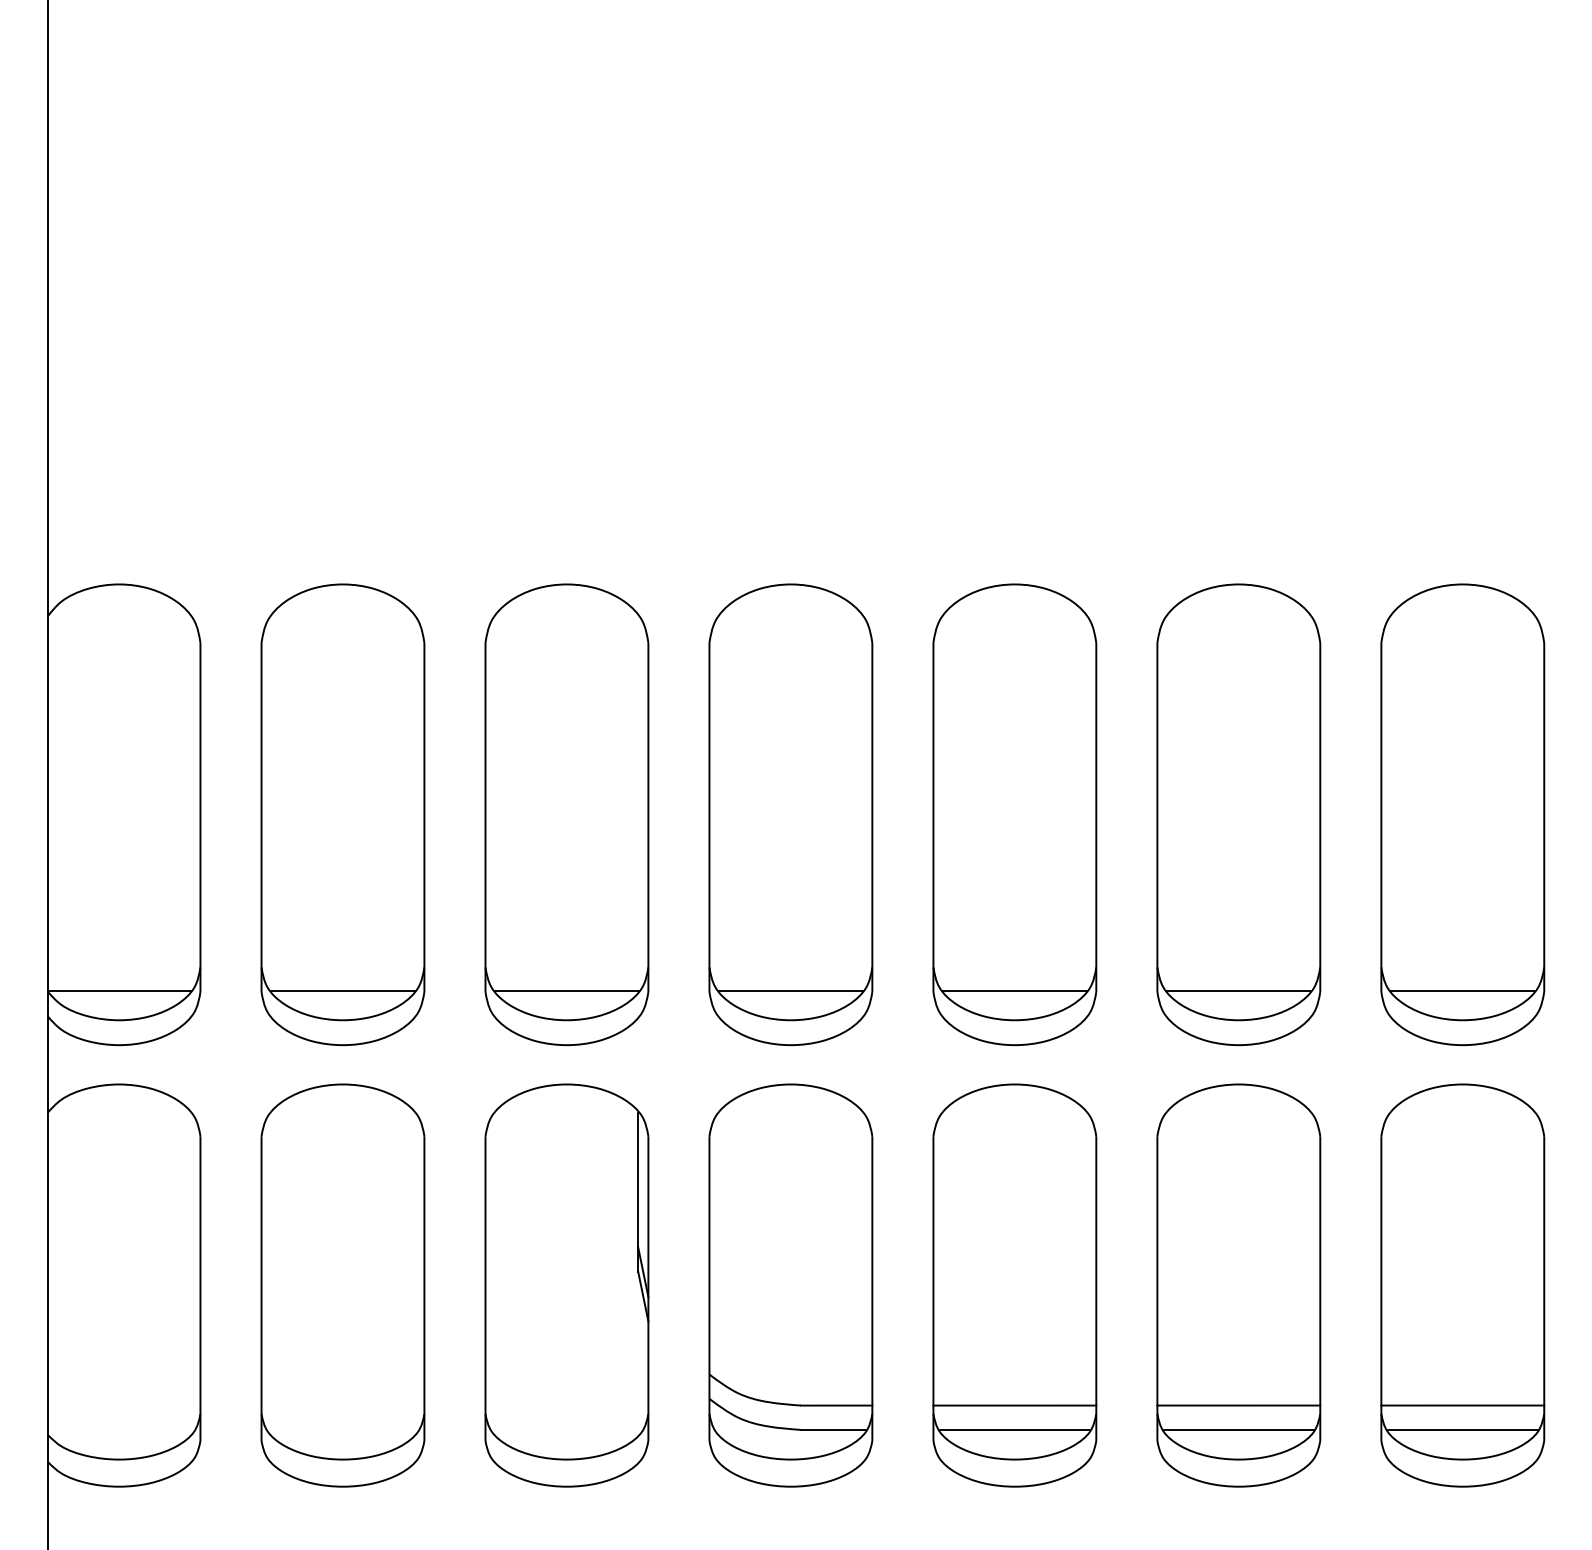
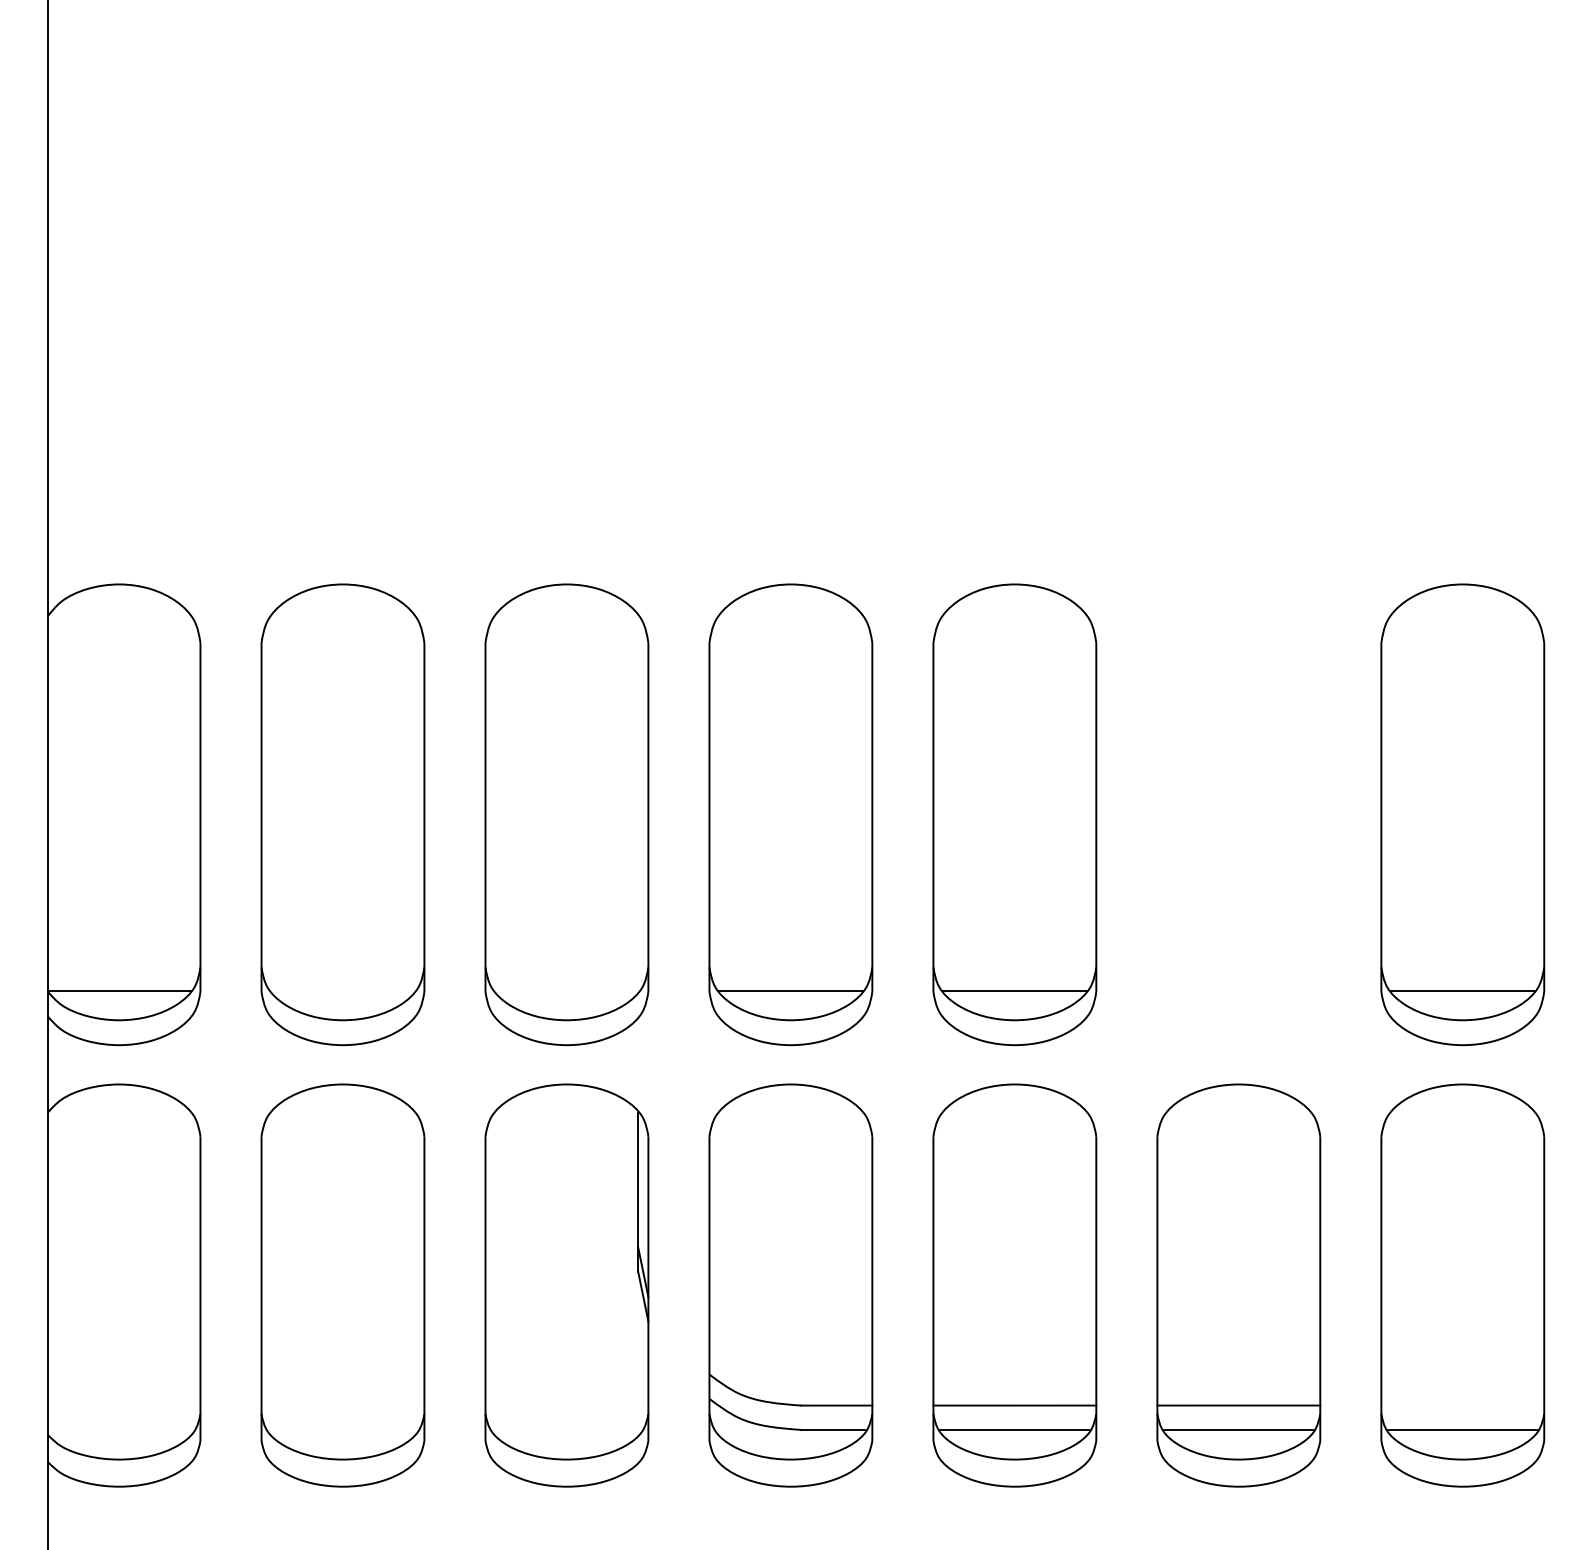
part at (1238, 814): present -> none
line at (342, 991): present -> none
line at (566, 991): present -> none
line at (1462, 1405): present -> none
